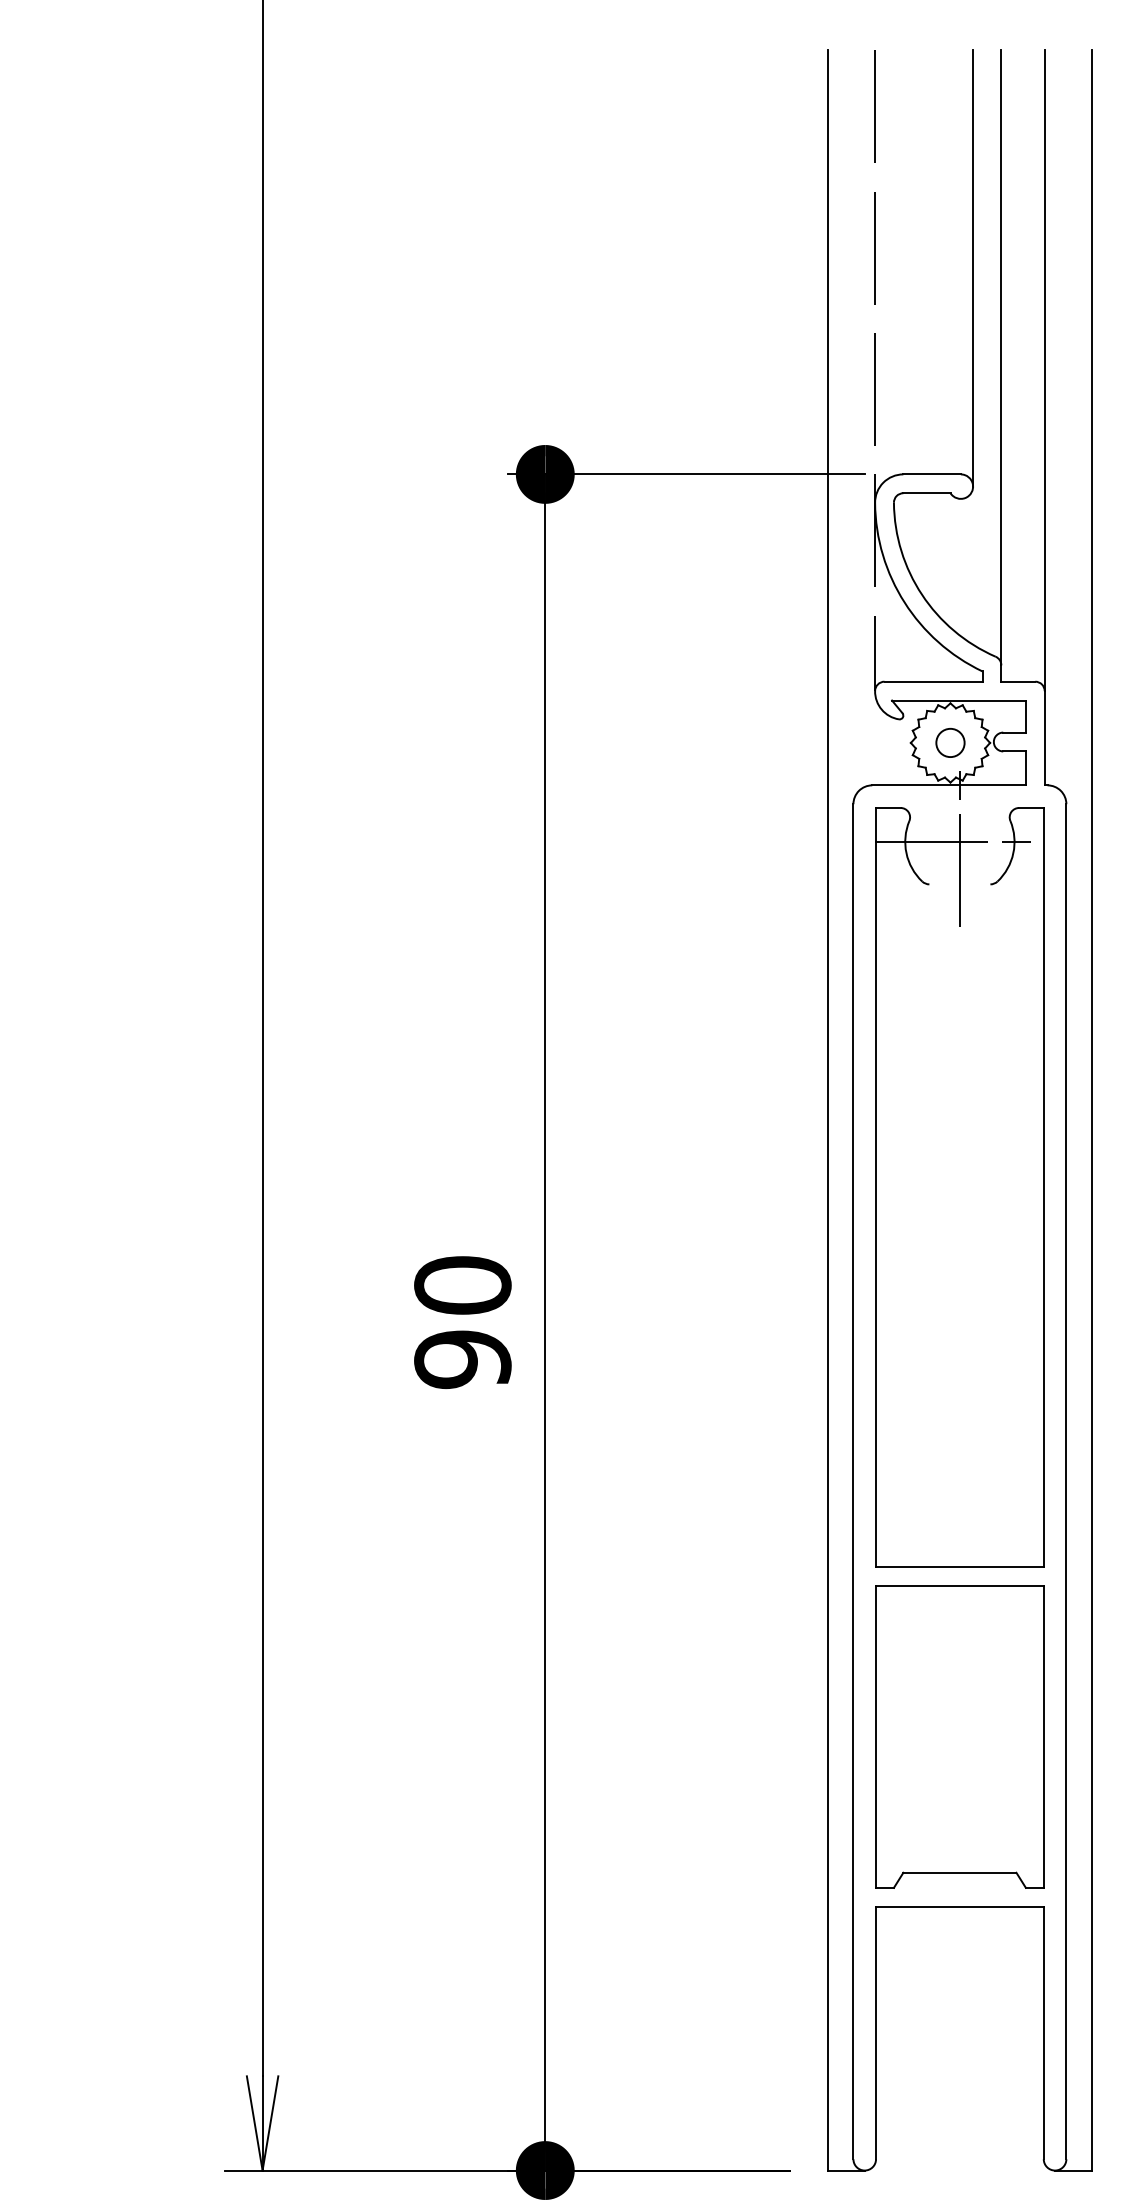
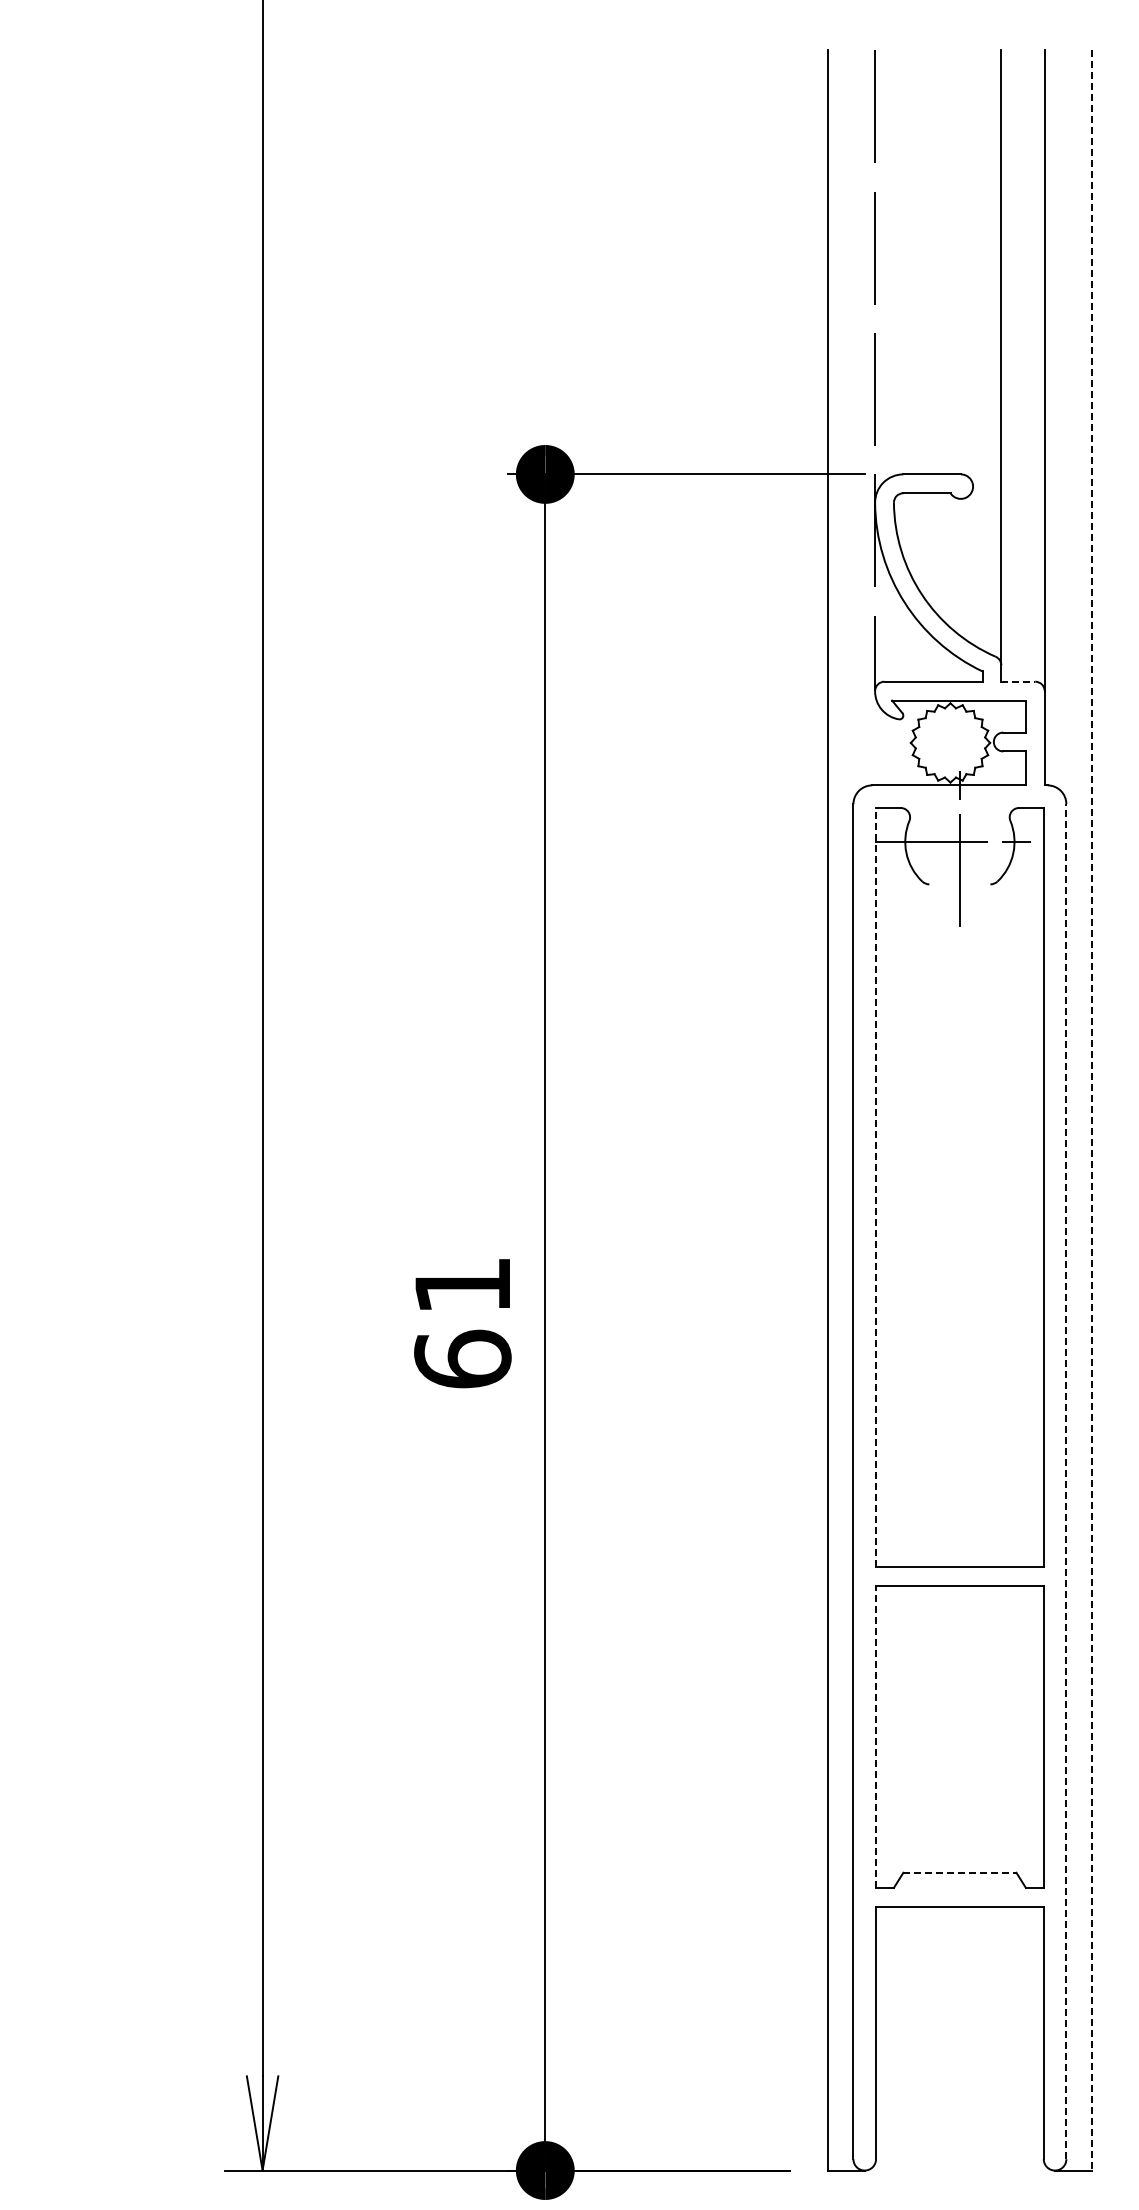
line at (973, 268): present -> none
line at (1018, 681): solid -> dashed
circle at (950, 742): present -> none
line at (1091, 1110): solid -> dashed
line at (876, 1187): solid -> dashed
text at (462, 1322): 90 -> 61
line at (1066, 1481): solid -> dashed
line at (876, 1737): solid -> dashed
line at (959, 1872): solid -> dashed
